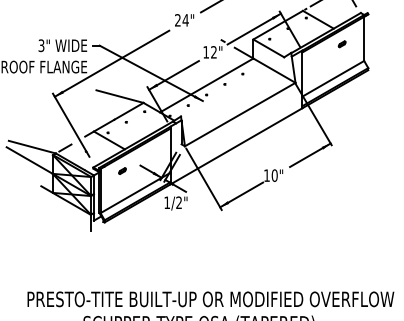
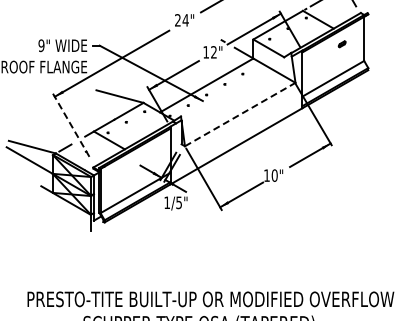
text at (41, 45): 3" -> 9"
line at (240, 114): solid -> dashed
line at (70, 124): solid -> dashed
part at (122, 170): present -> none
text at (178, 202): 1/2" -> 1/5"
